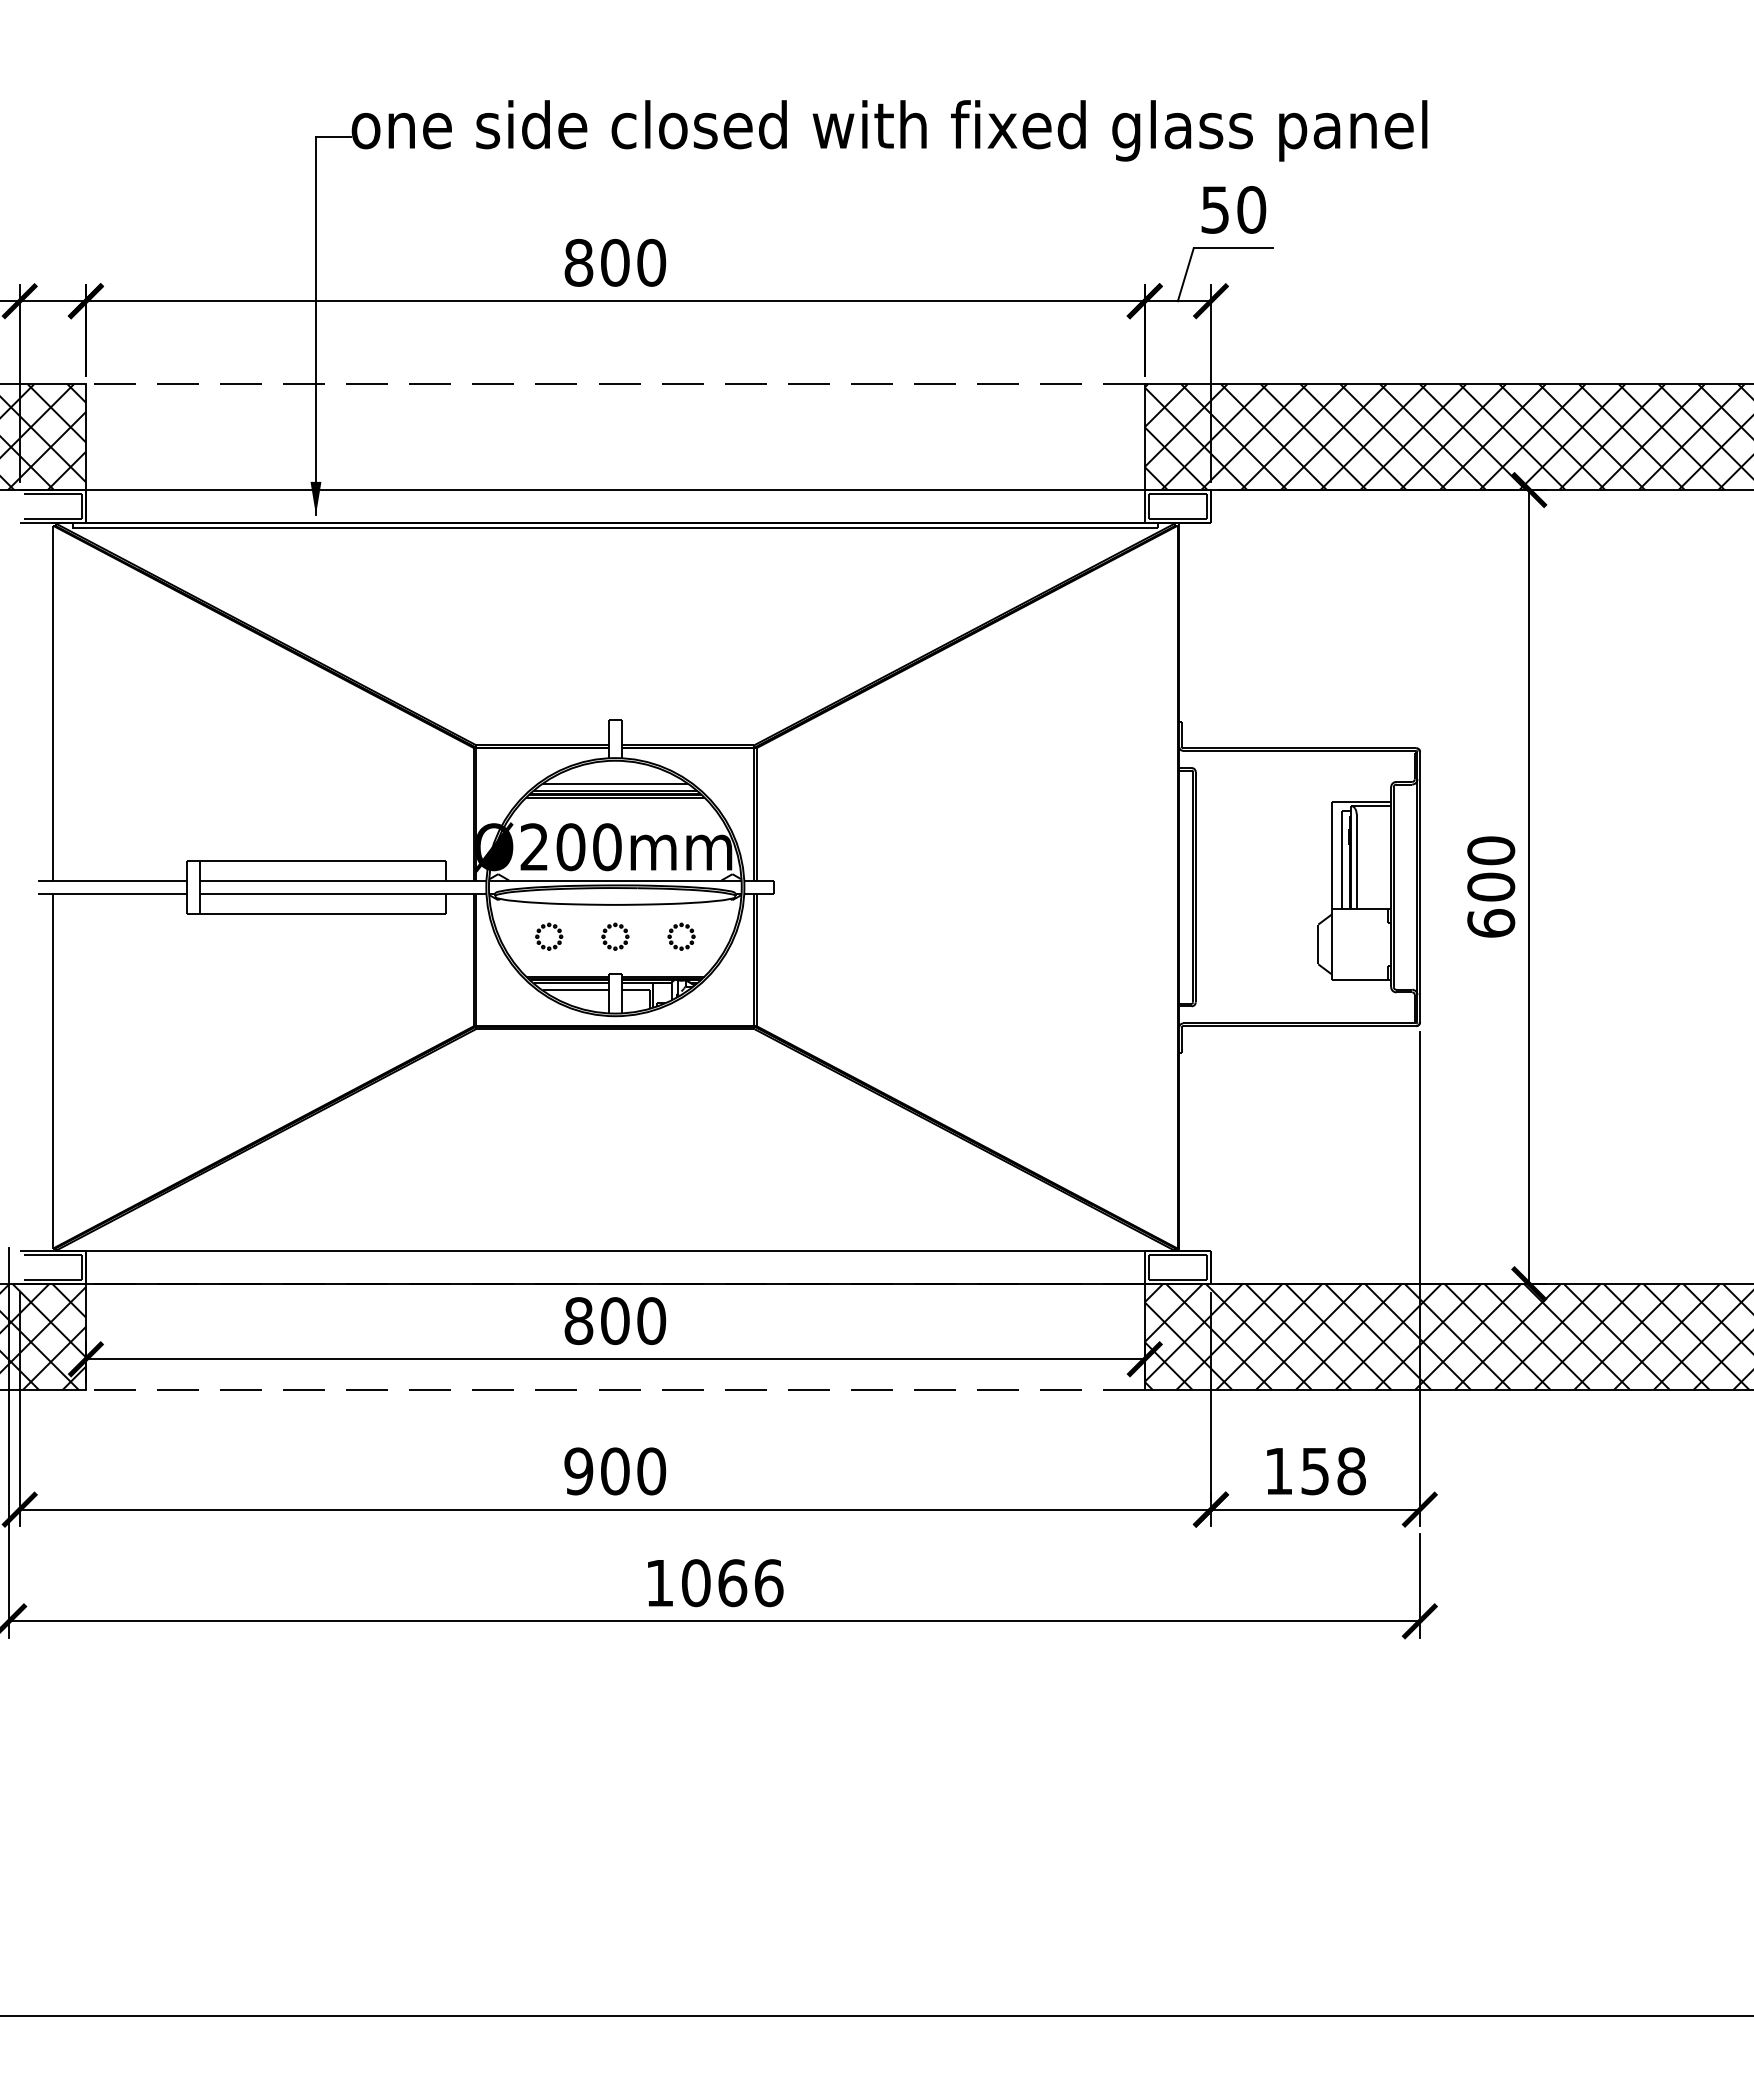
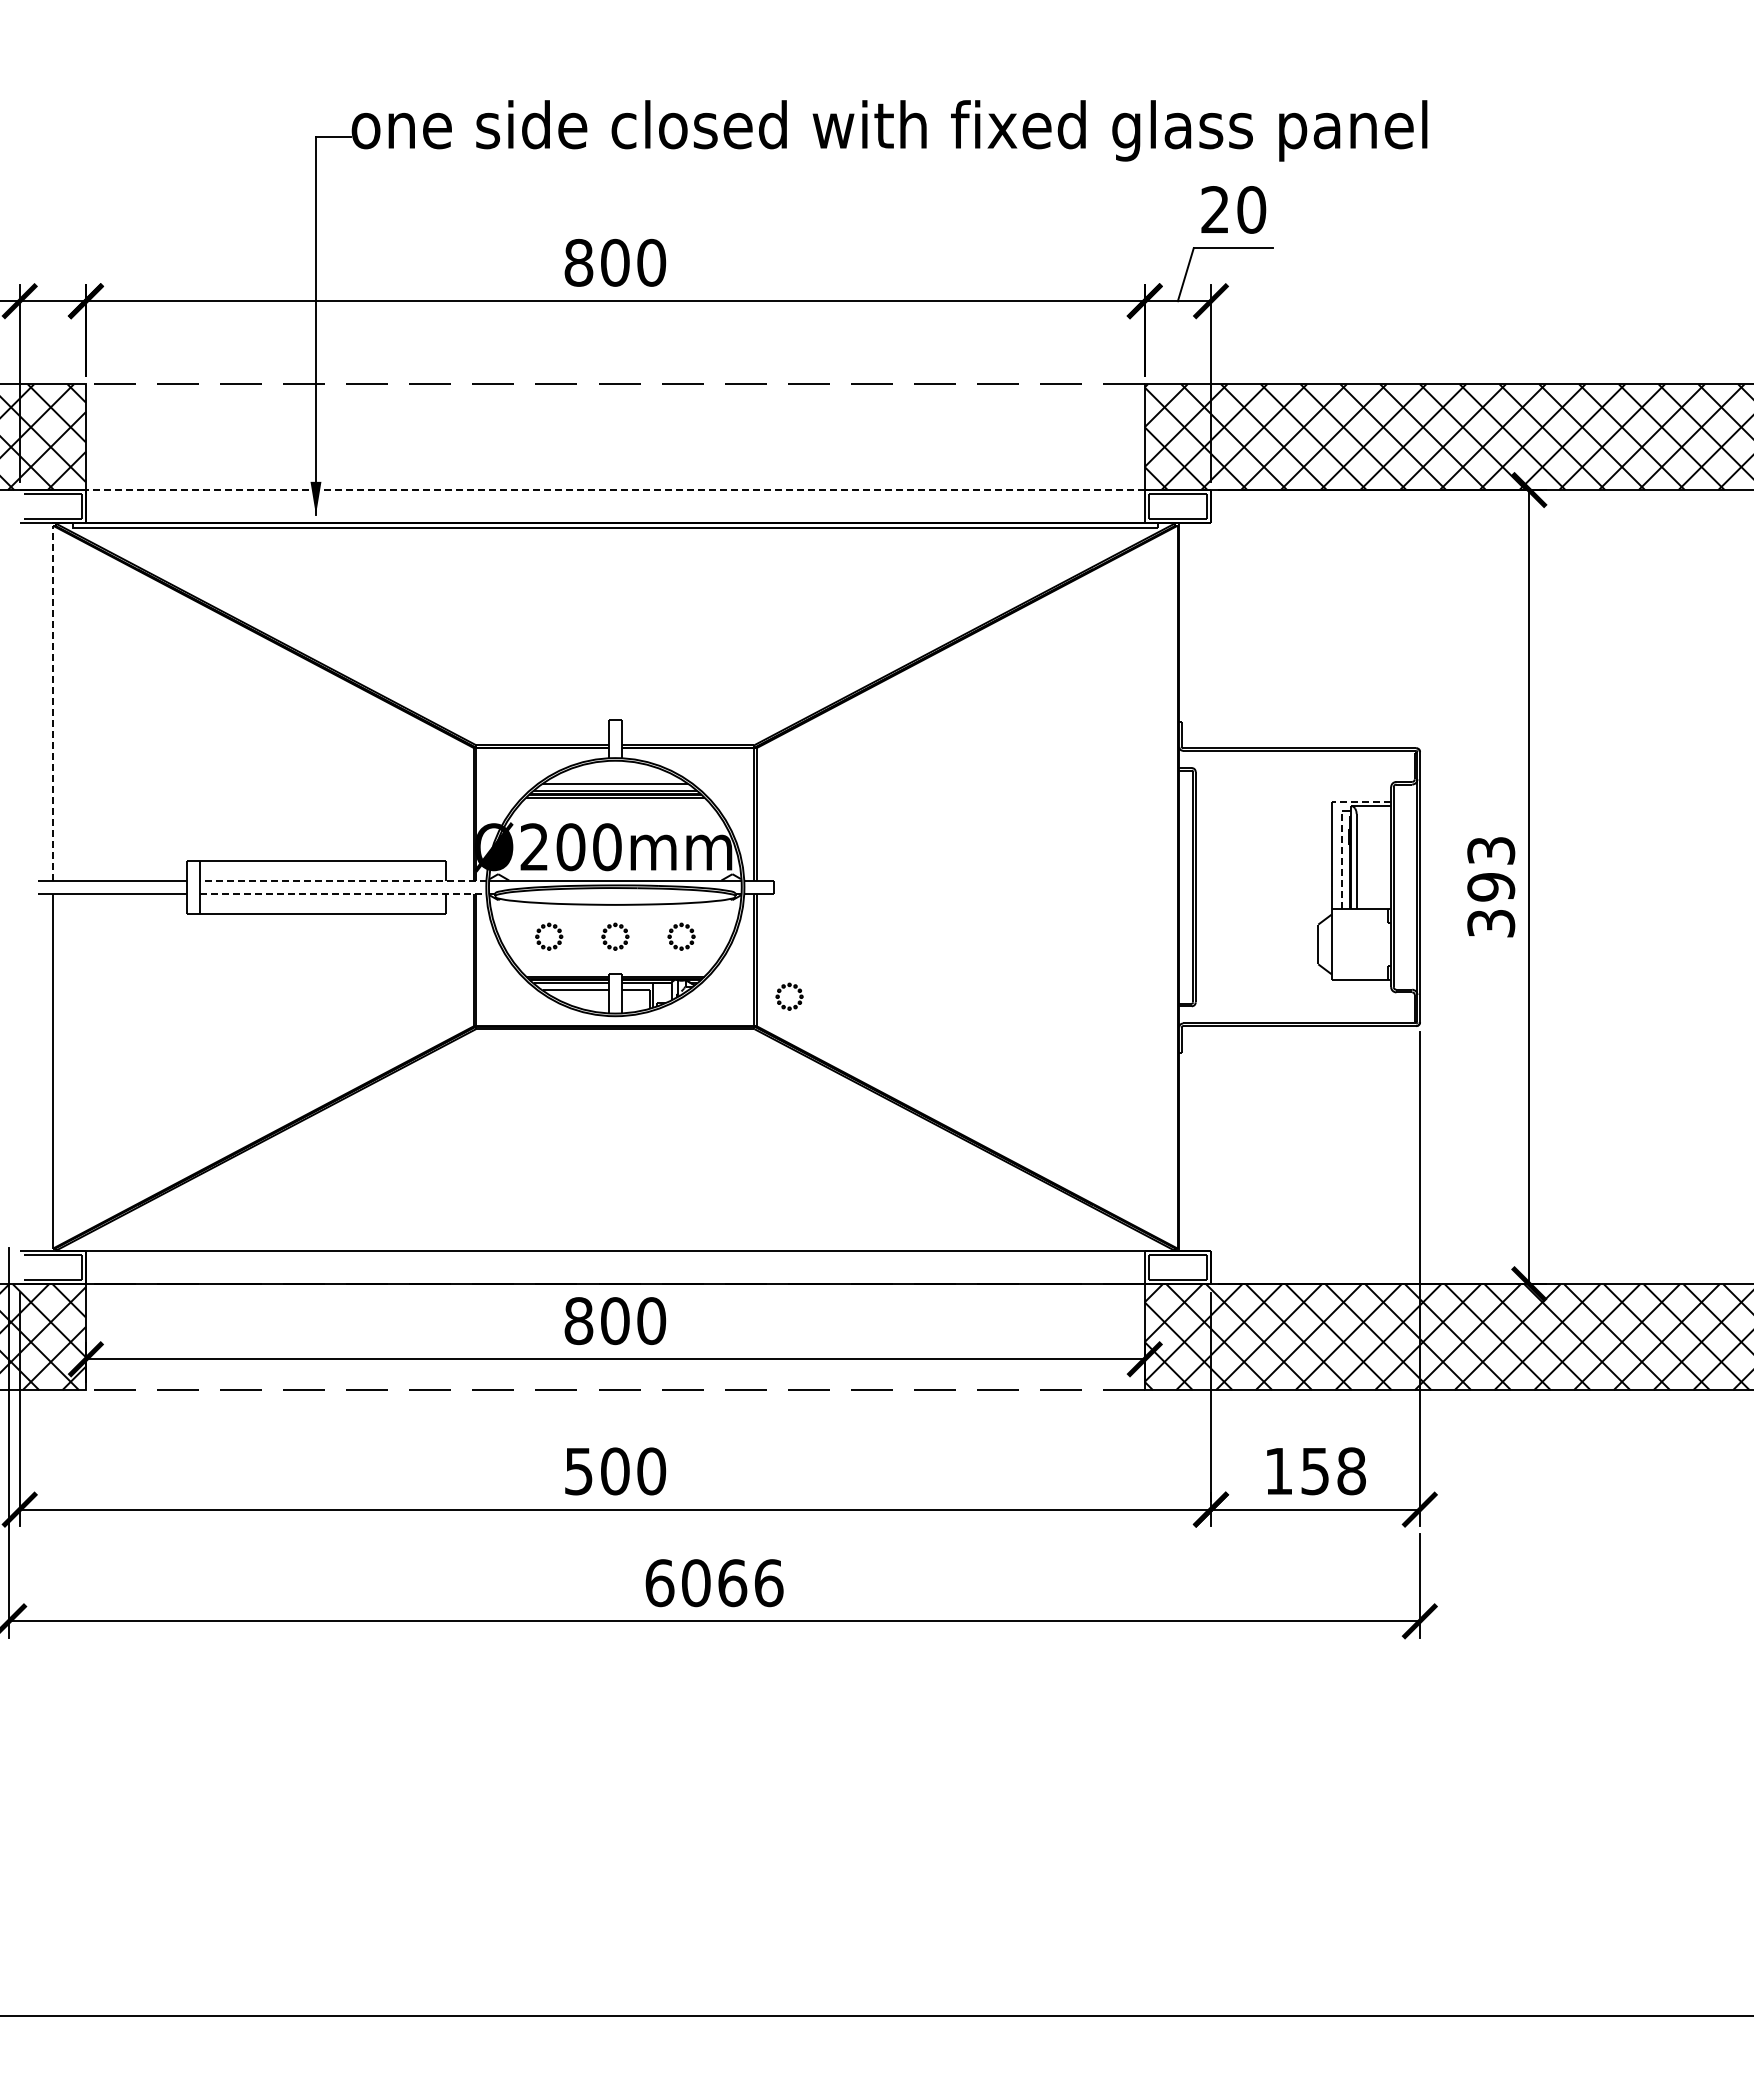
text at (1214, 209): 50 -> 20
line at (615, 490): solid -> dashed
line at (53, 702): solid -> dashed
line at (1361, 801): solid -> dashed
line at (1342, 859): solid -> dashed
line at (343, 880): solid -> dashed
text at (1491, 886): 600 -> 393
line at (343, 893): solid -> dashed
part at (789, 987): none -> present
text at (578, 1471): 900 -> 500
text at (659, 1583): 1066 -> 6066
